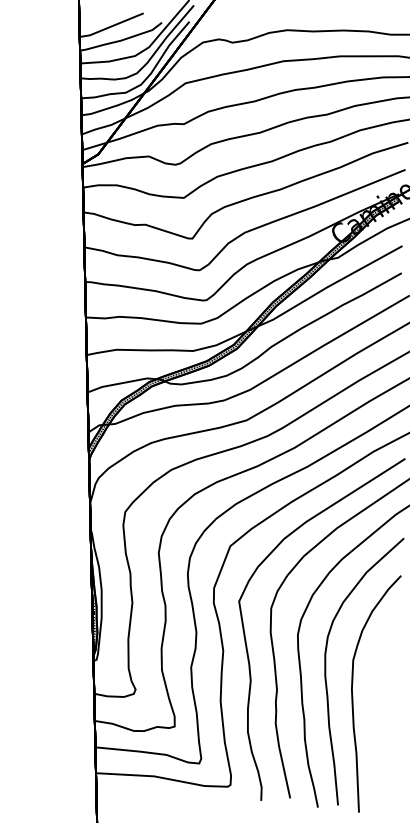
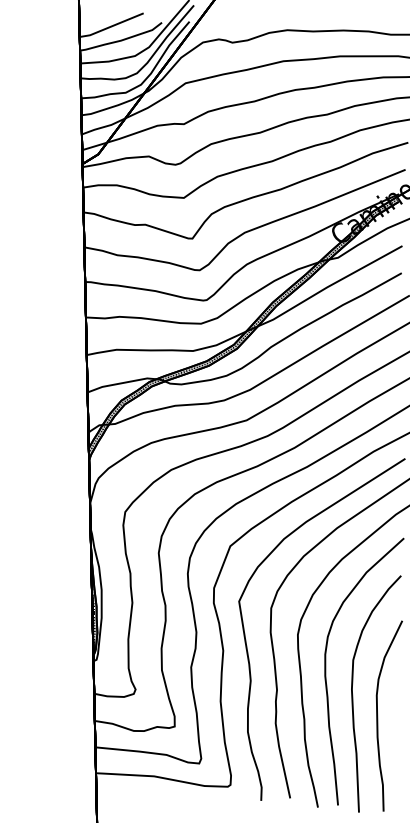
part at (378, 715): none -> present
